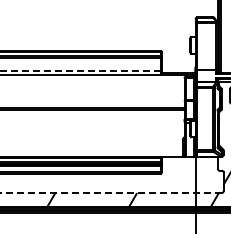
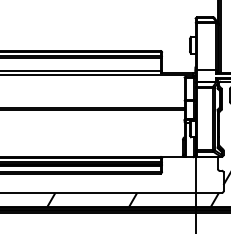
line at (80, 70): dashed -> solid
line at (111, 193): dashed -> solid
